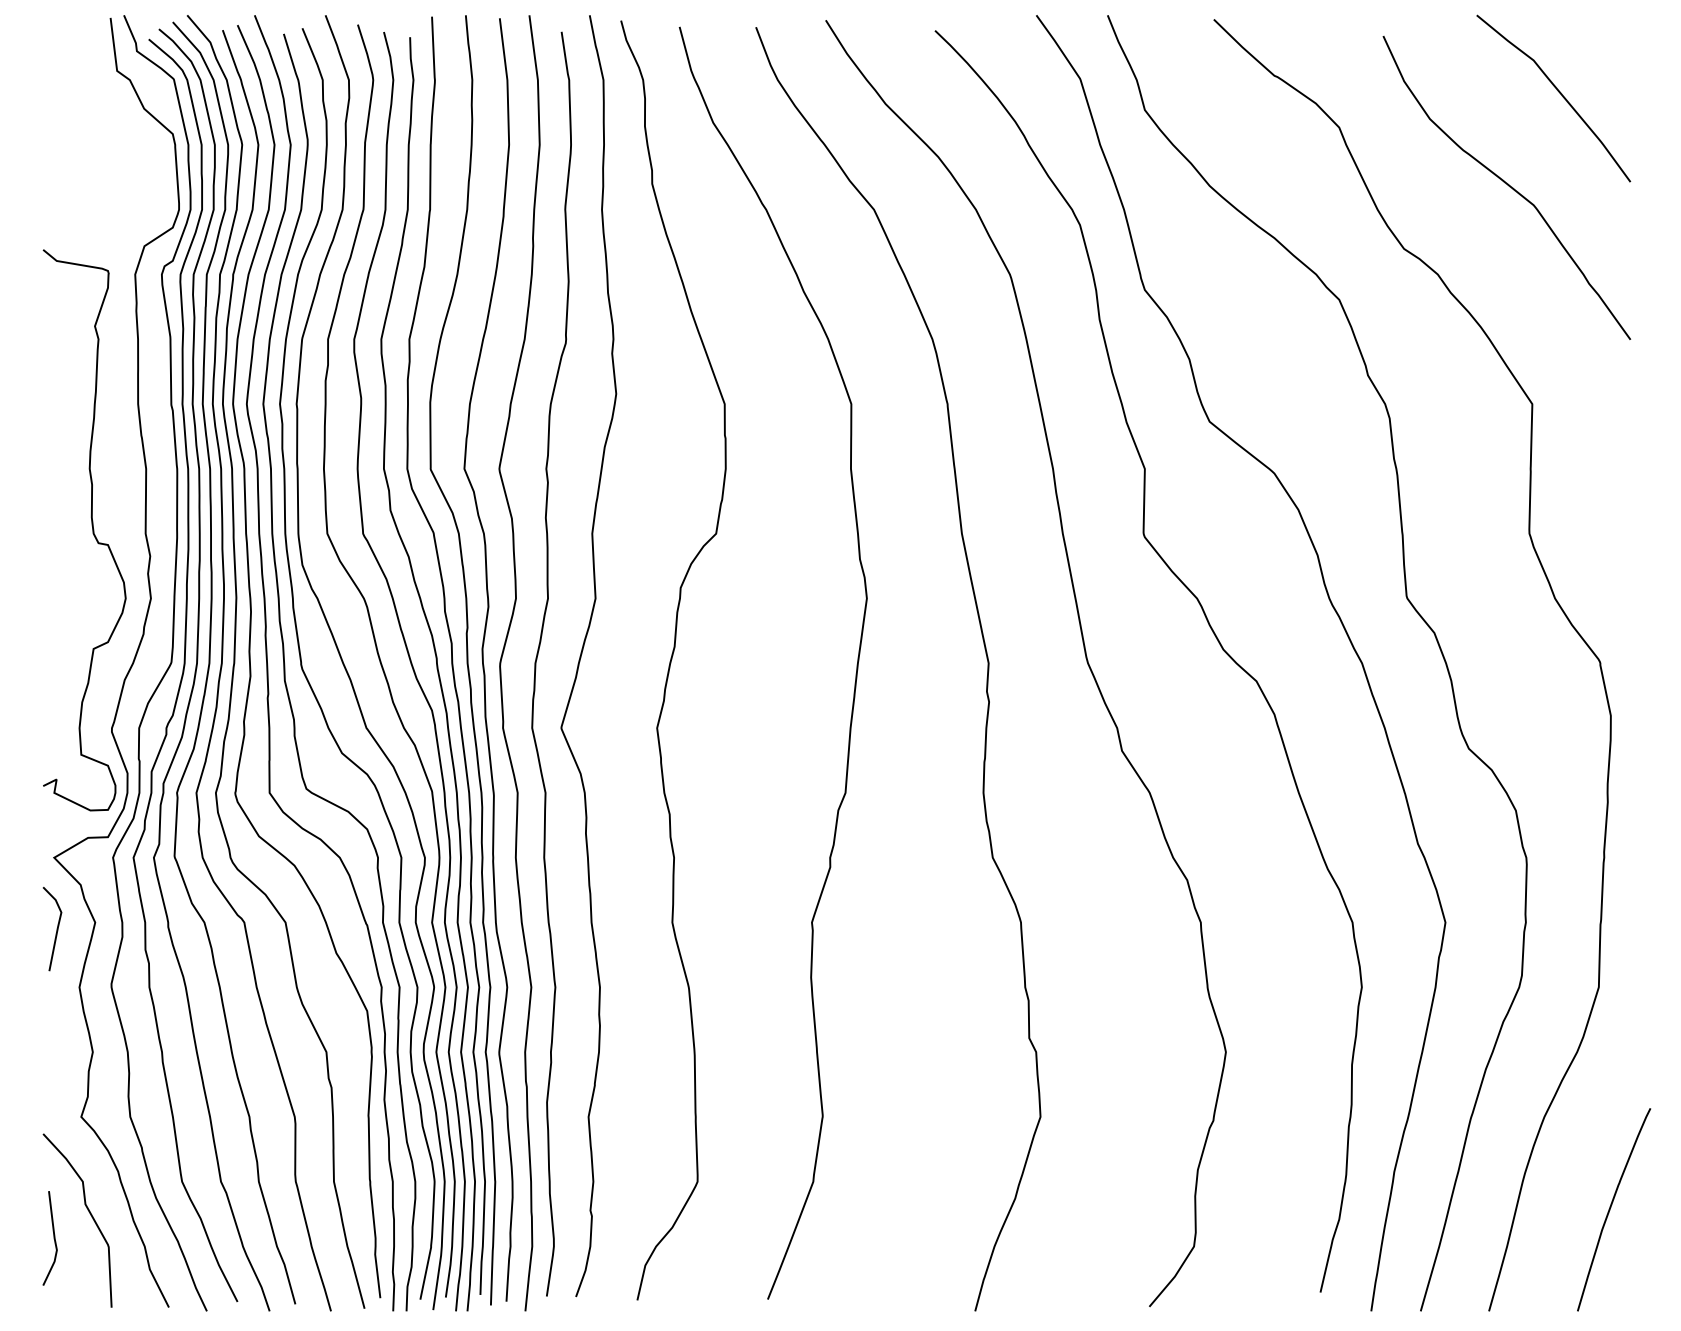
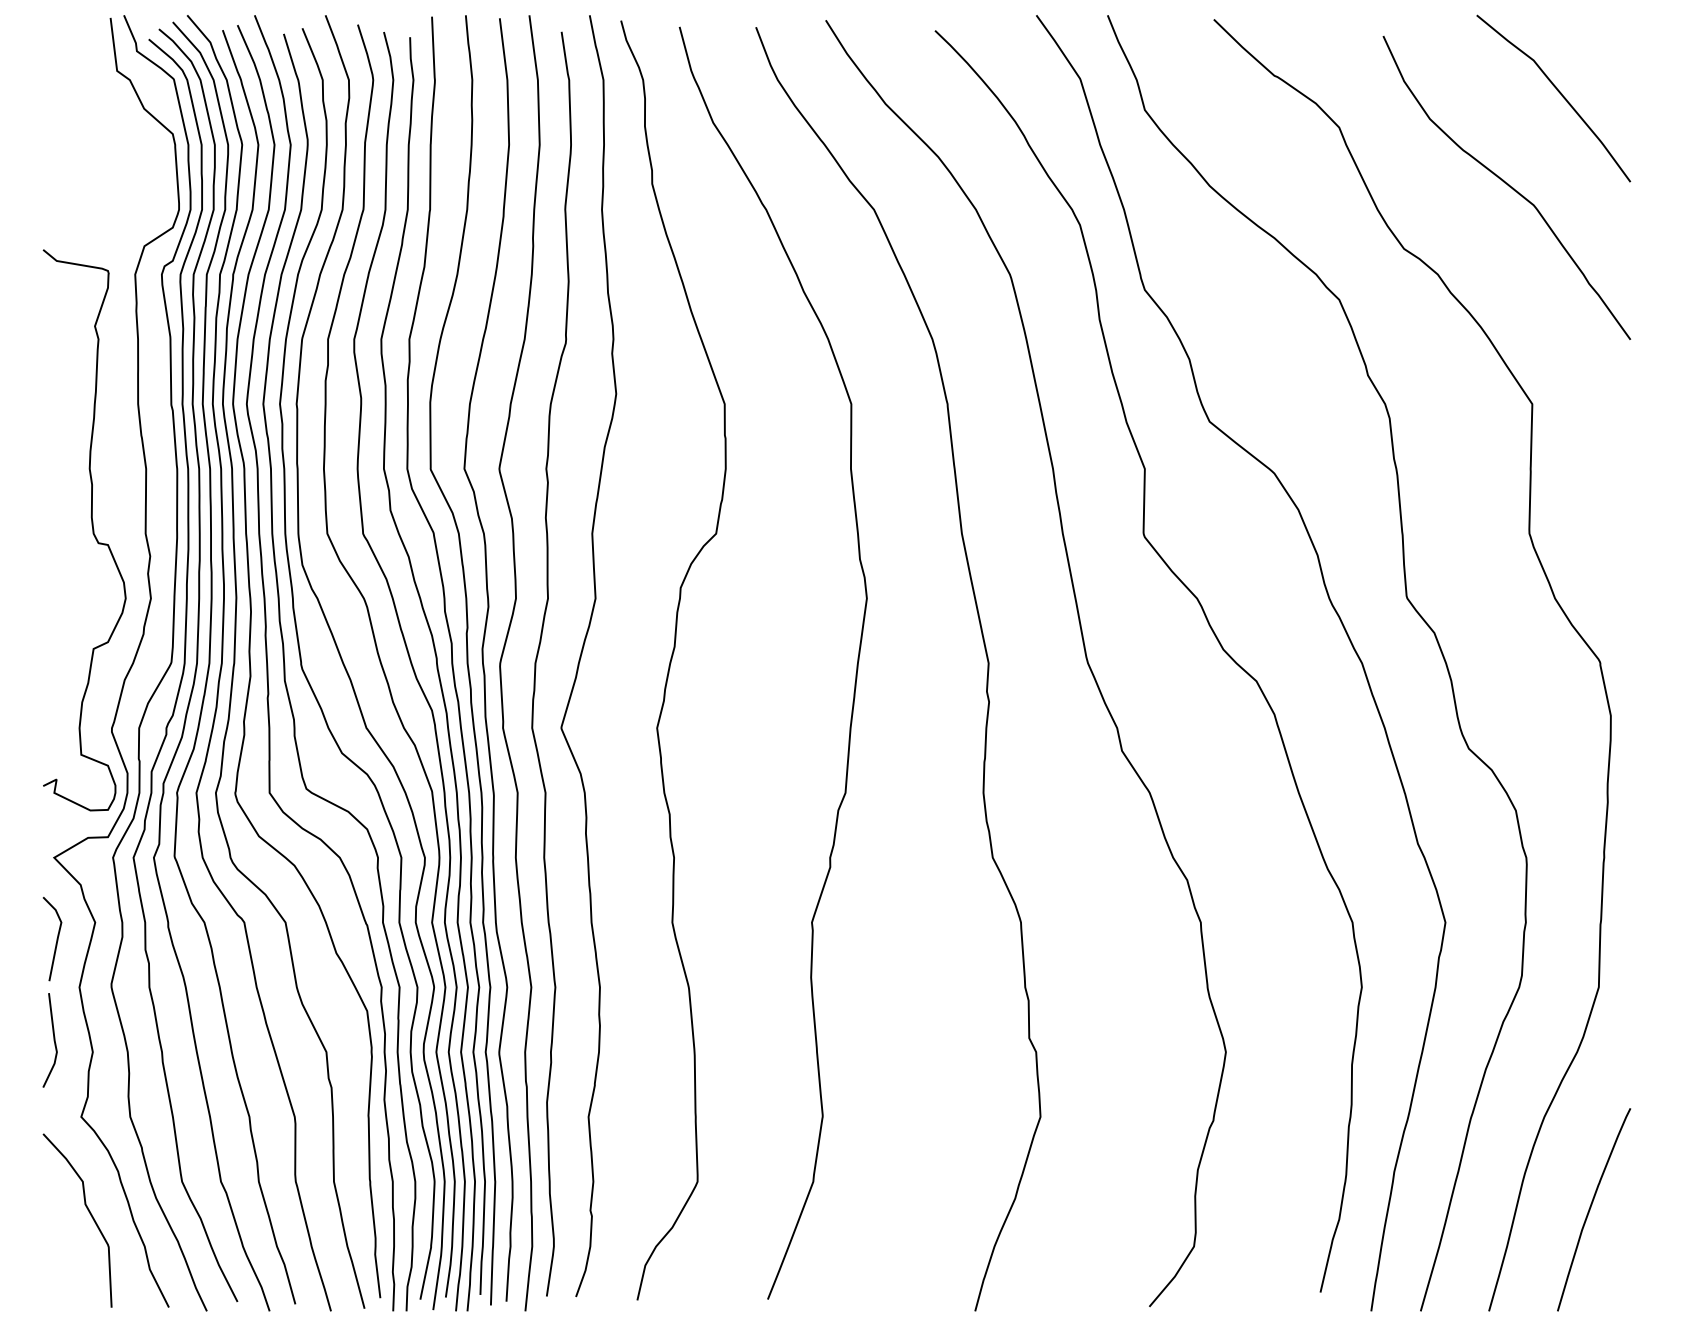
line at (56, 929) position: (56, 929) -> (56, 939)
curve at (1611, 1207) position: (1611, 1207) -> (1591, 1207)
line at (53, 1238) position: (53, 1238) -> (53, 1040)
